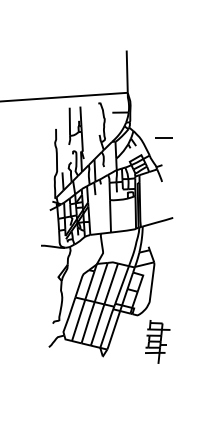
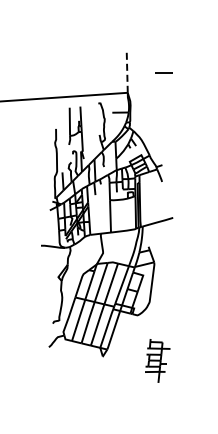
line at (127, 71): solid -> dashed
line at (163, 137) position: (163, 137) -> (163, 72)
part at (157, 341) position: (157, 341) -> (157, 360)
